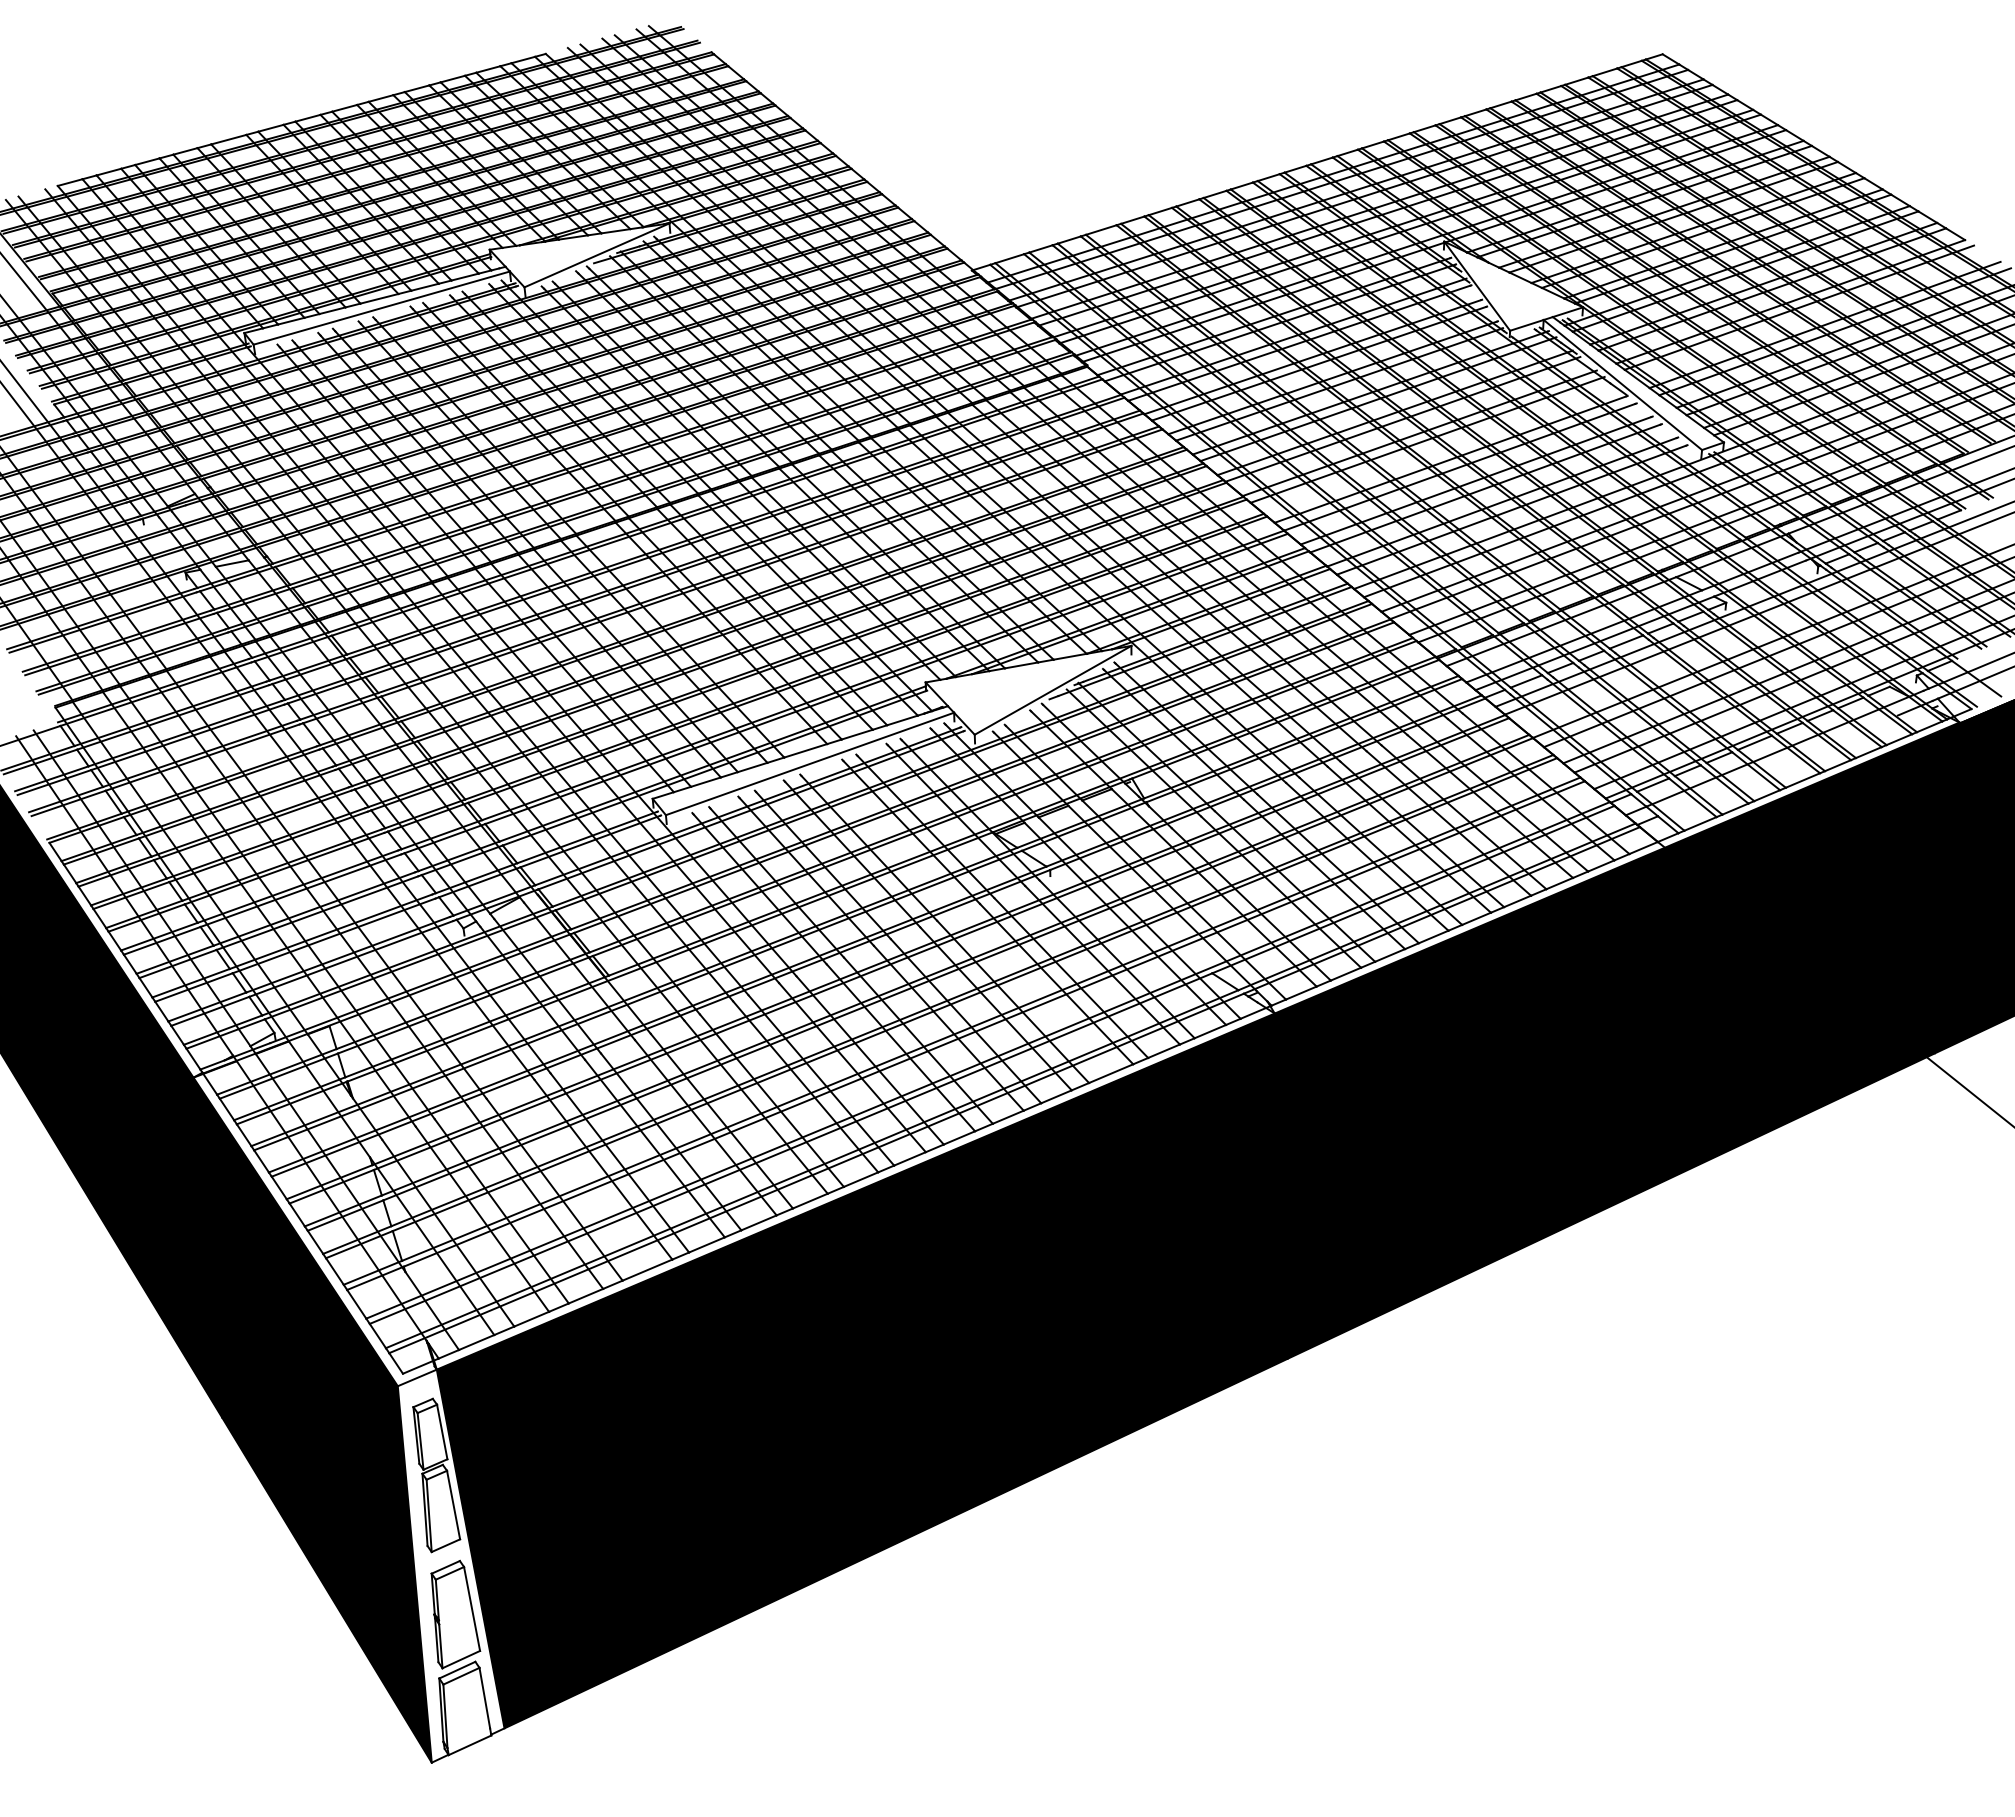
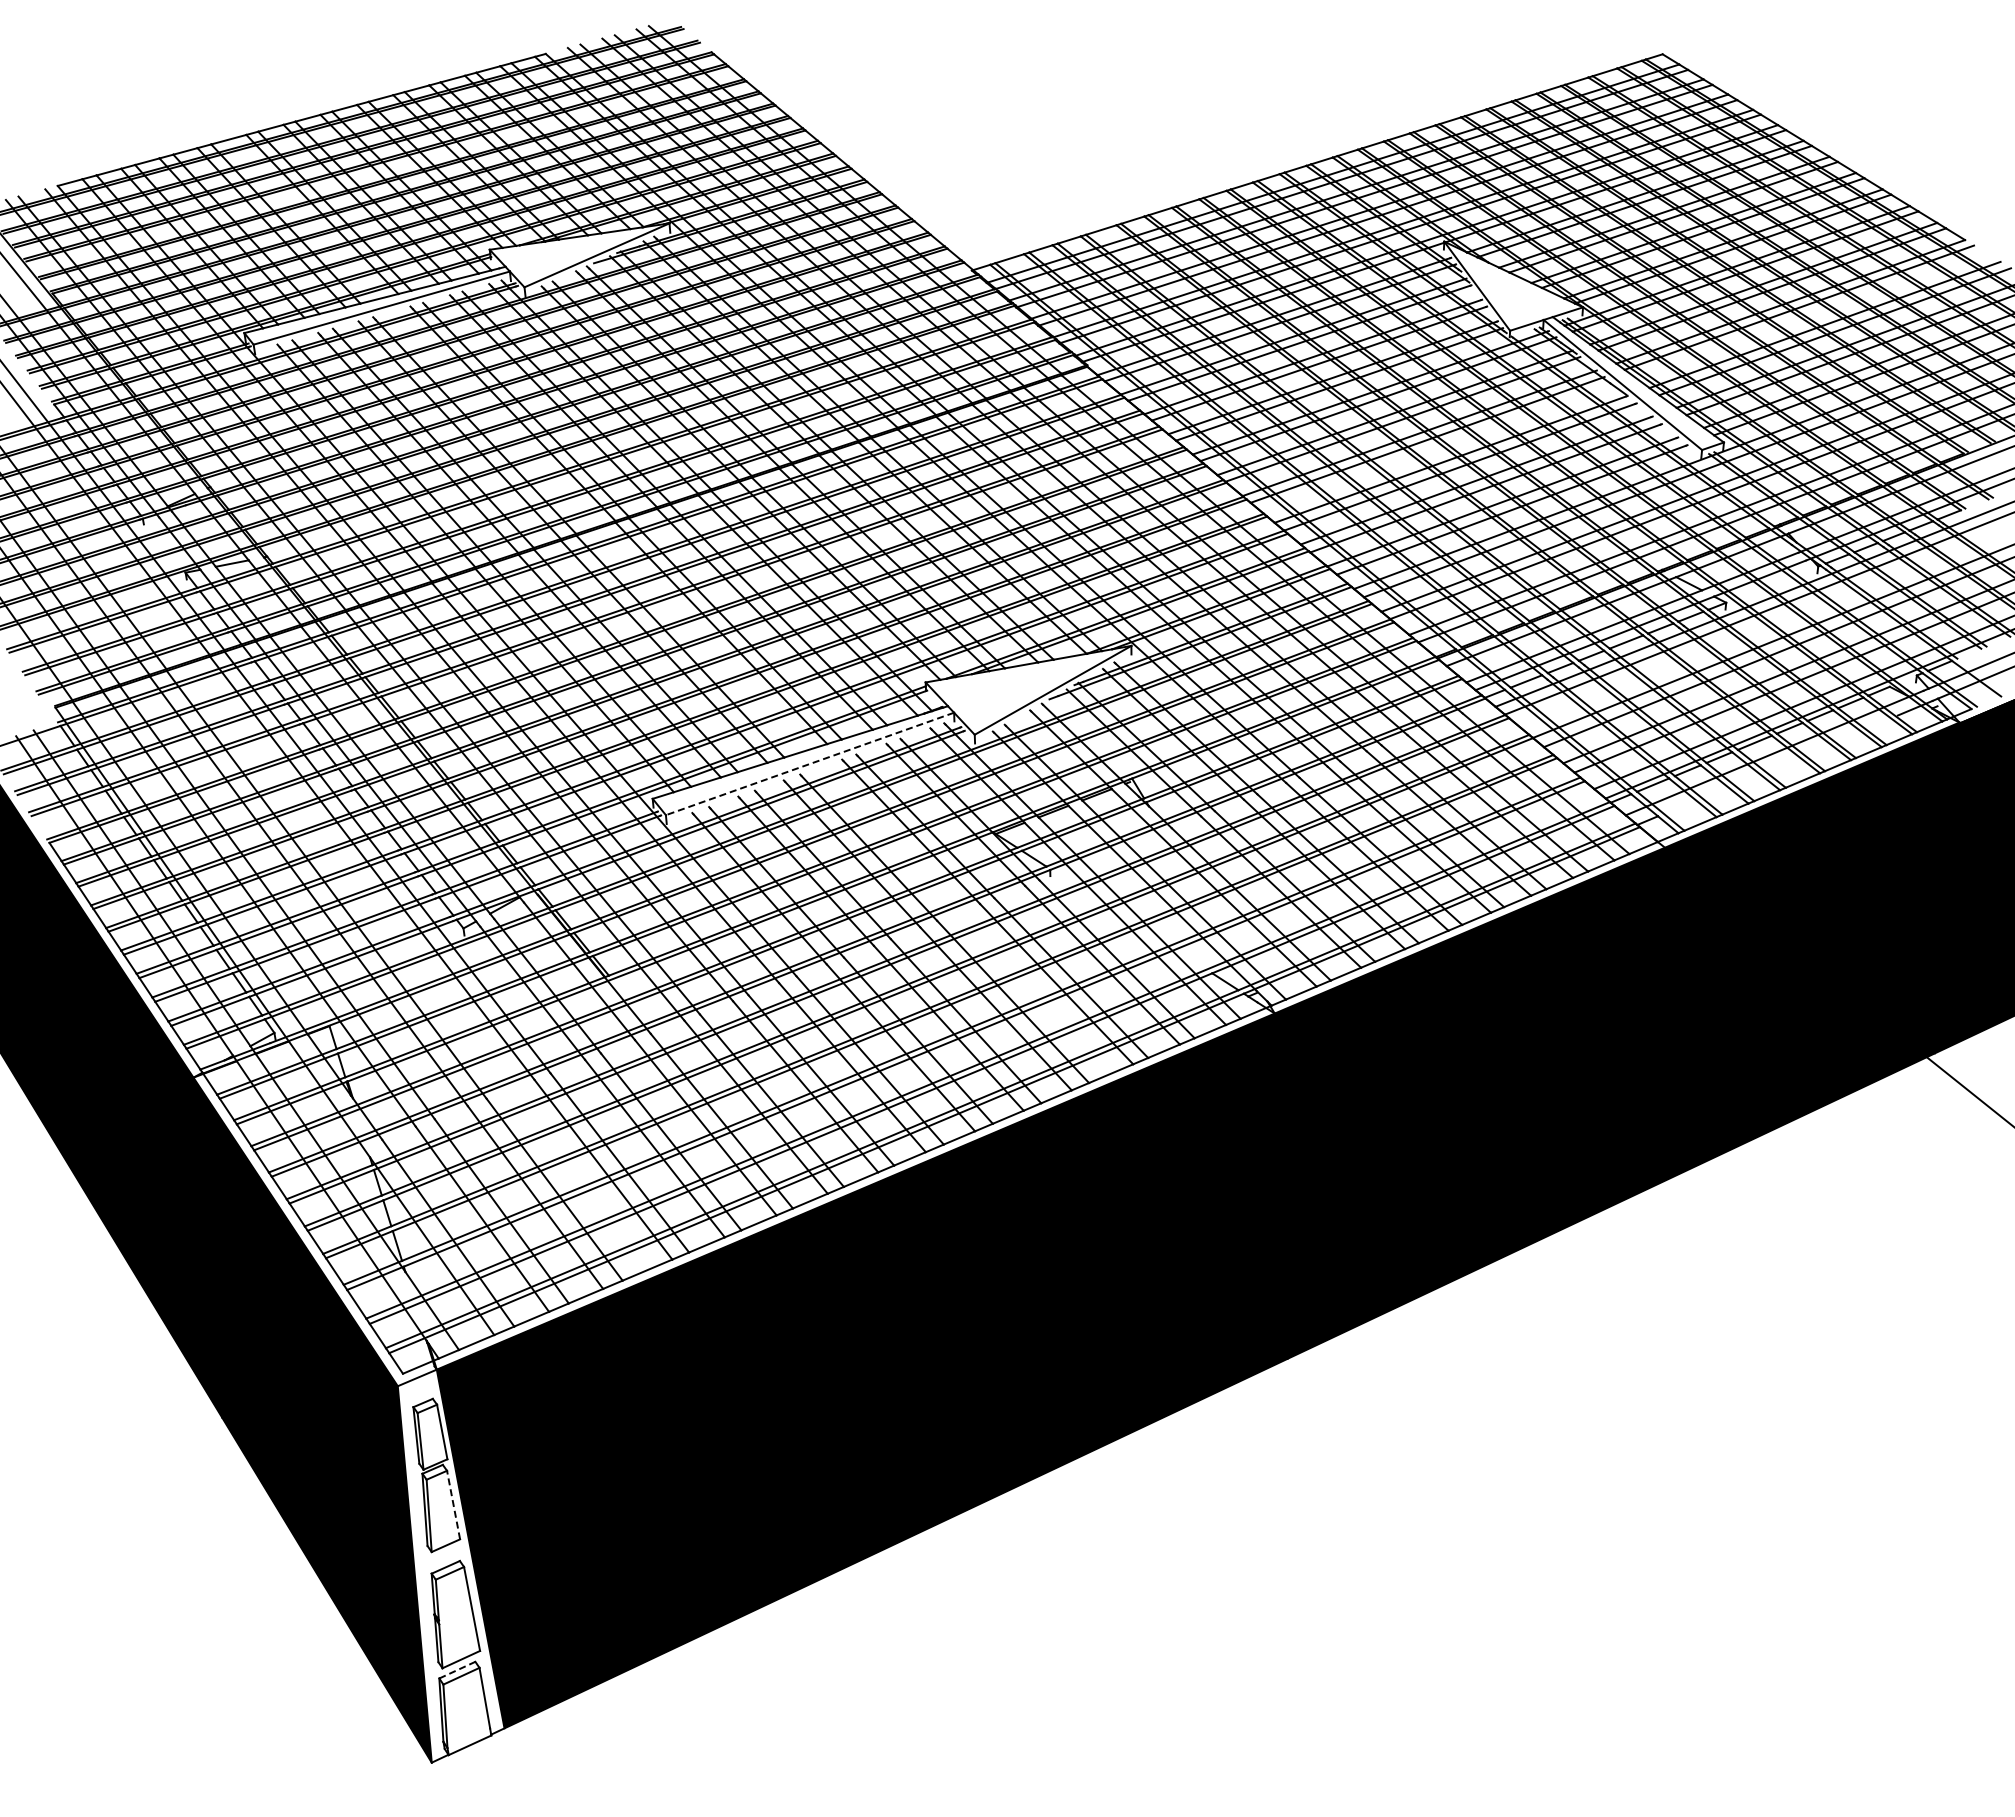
line at (810, 763): solid -> dashed
line at (453, 1505): solid -> dashed
line at (457, 1670): solid -> dashed
